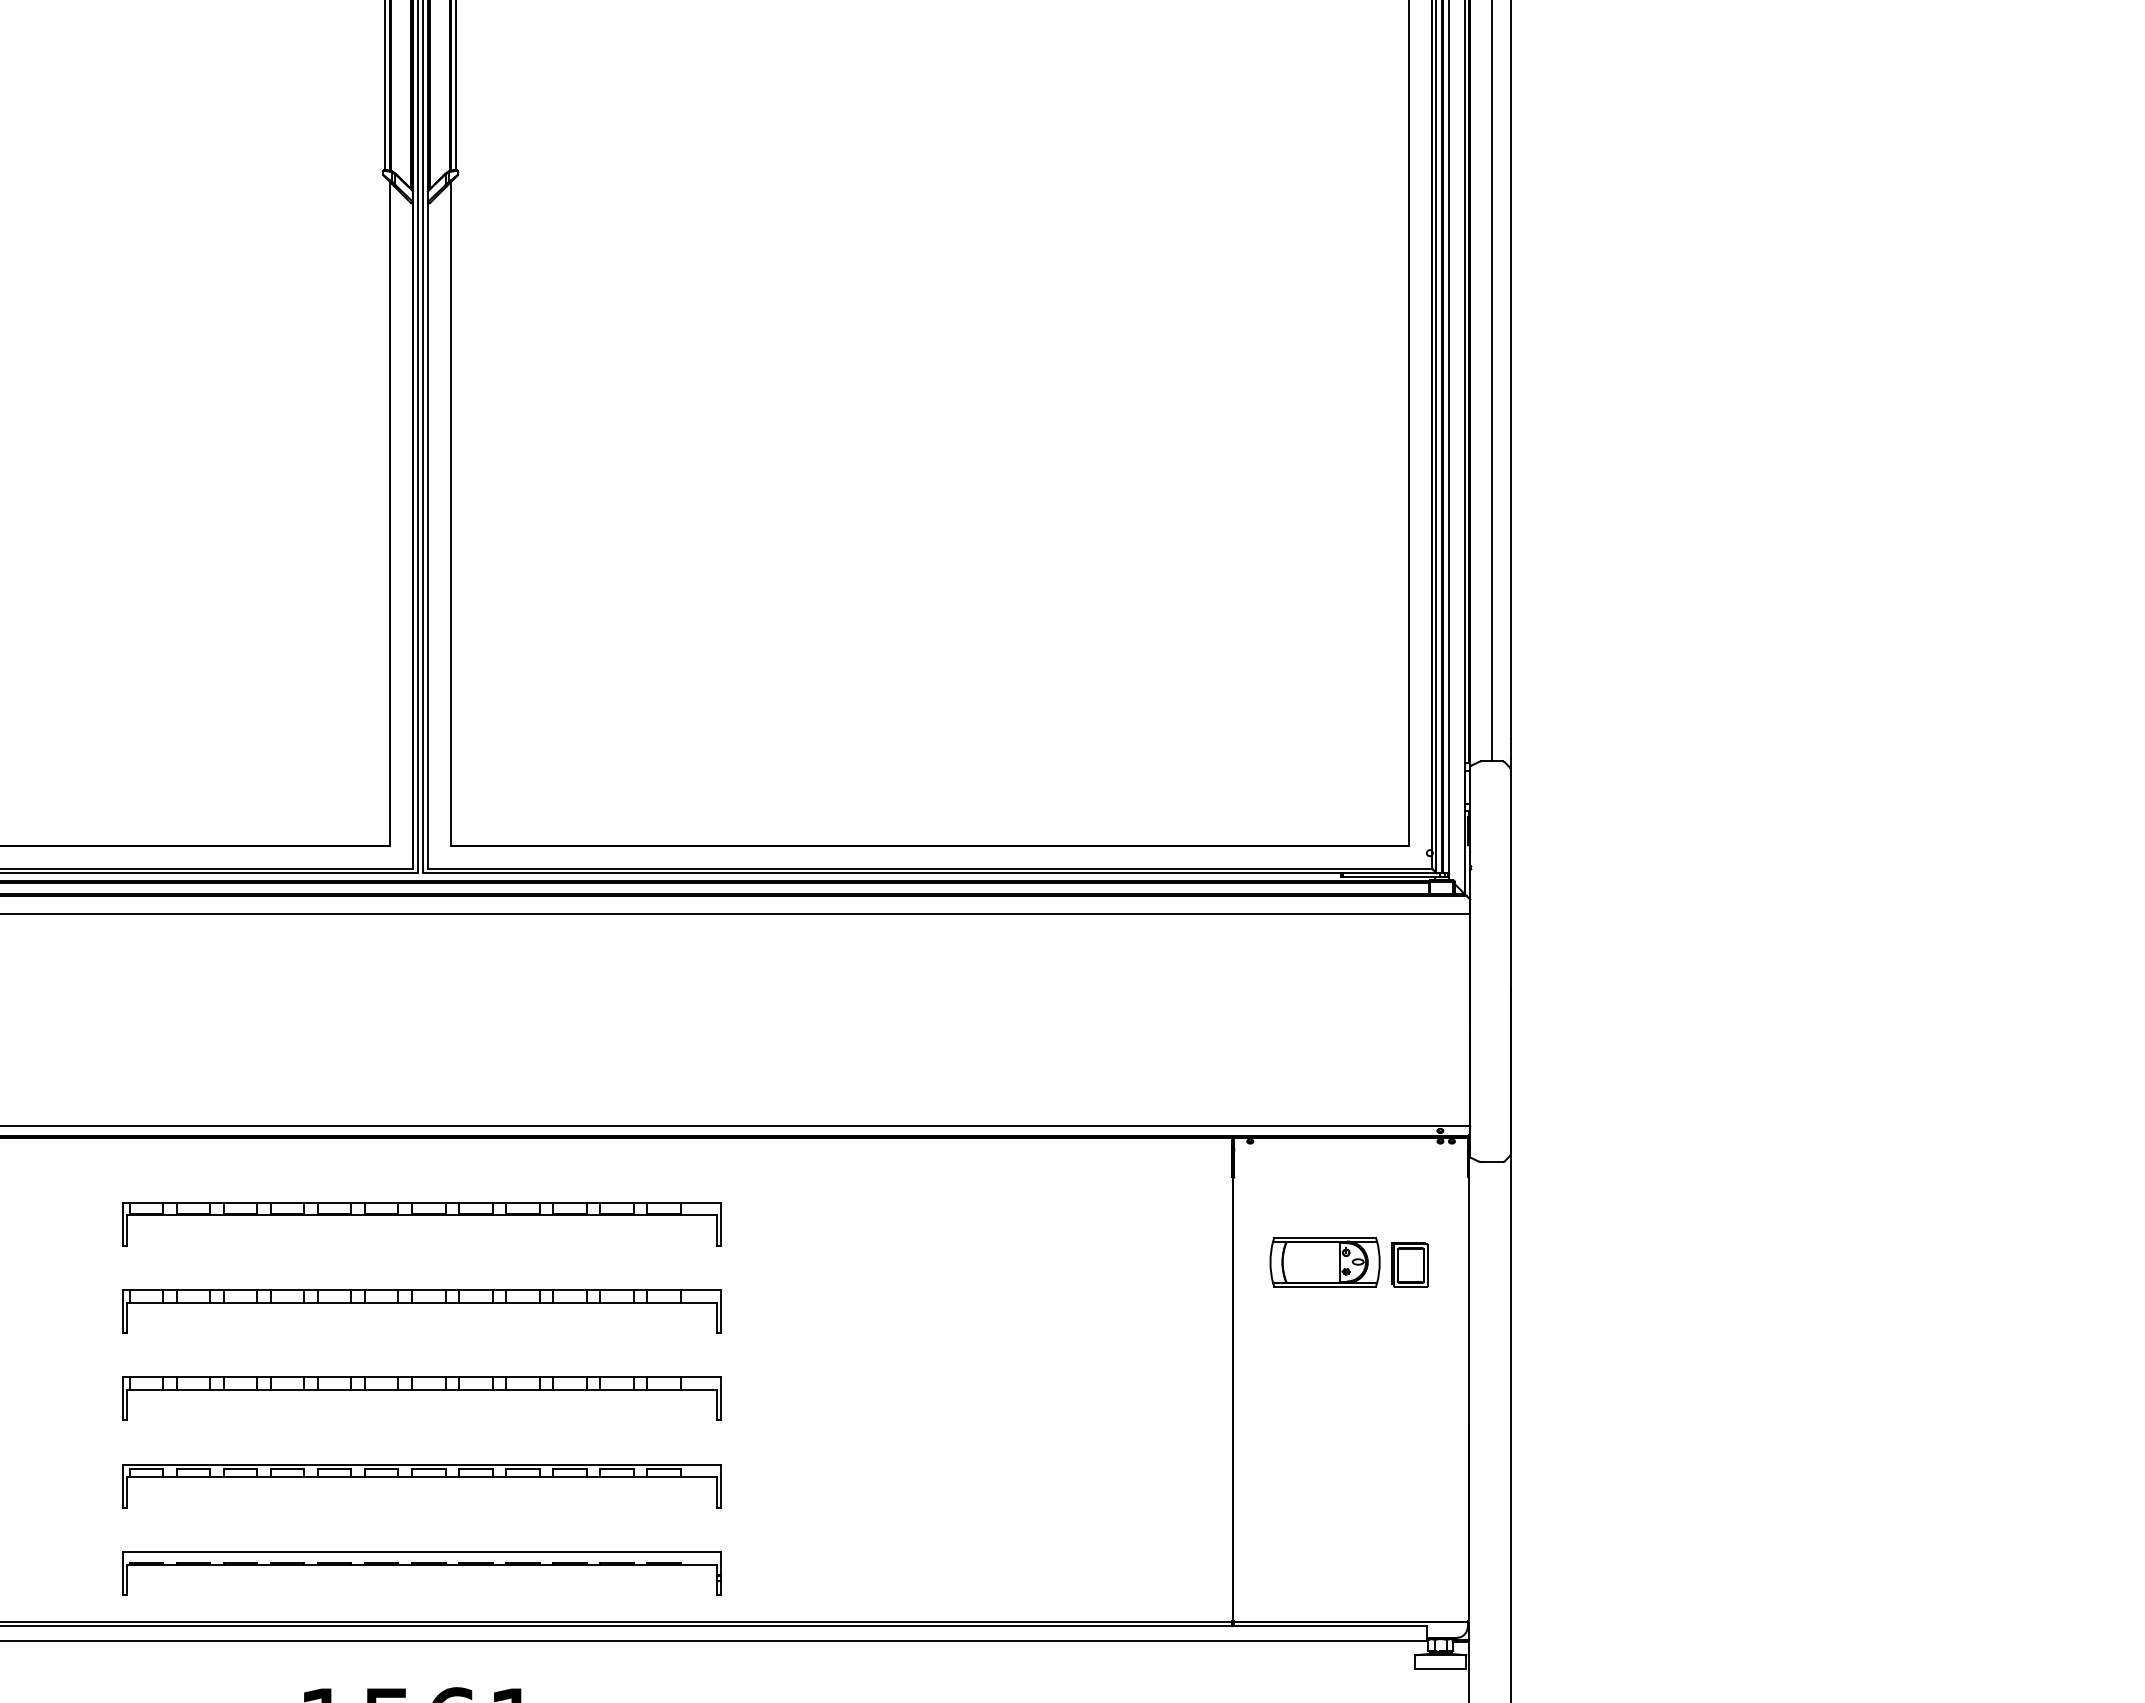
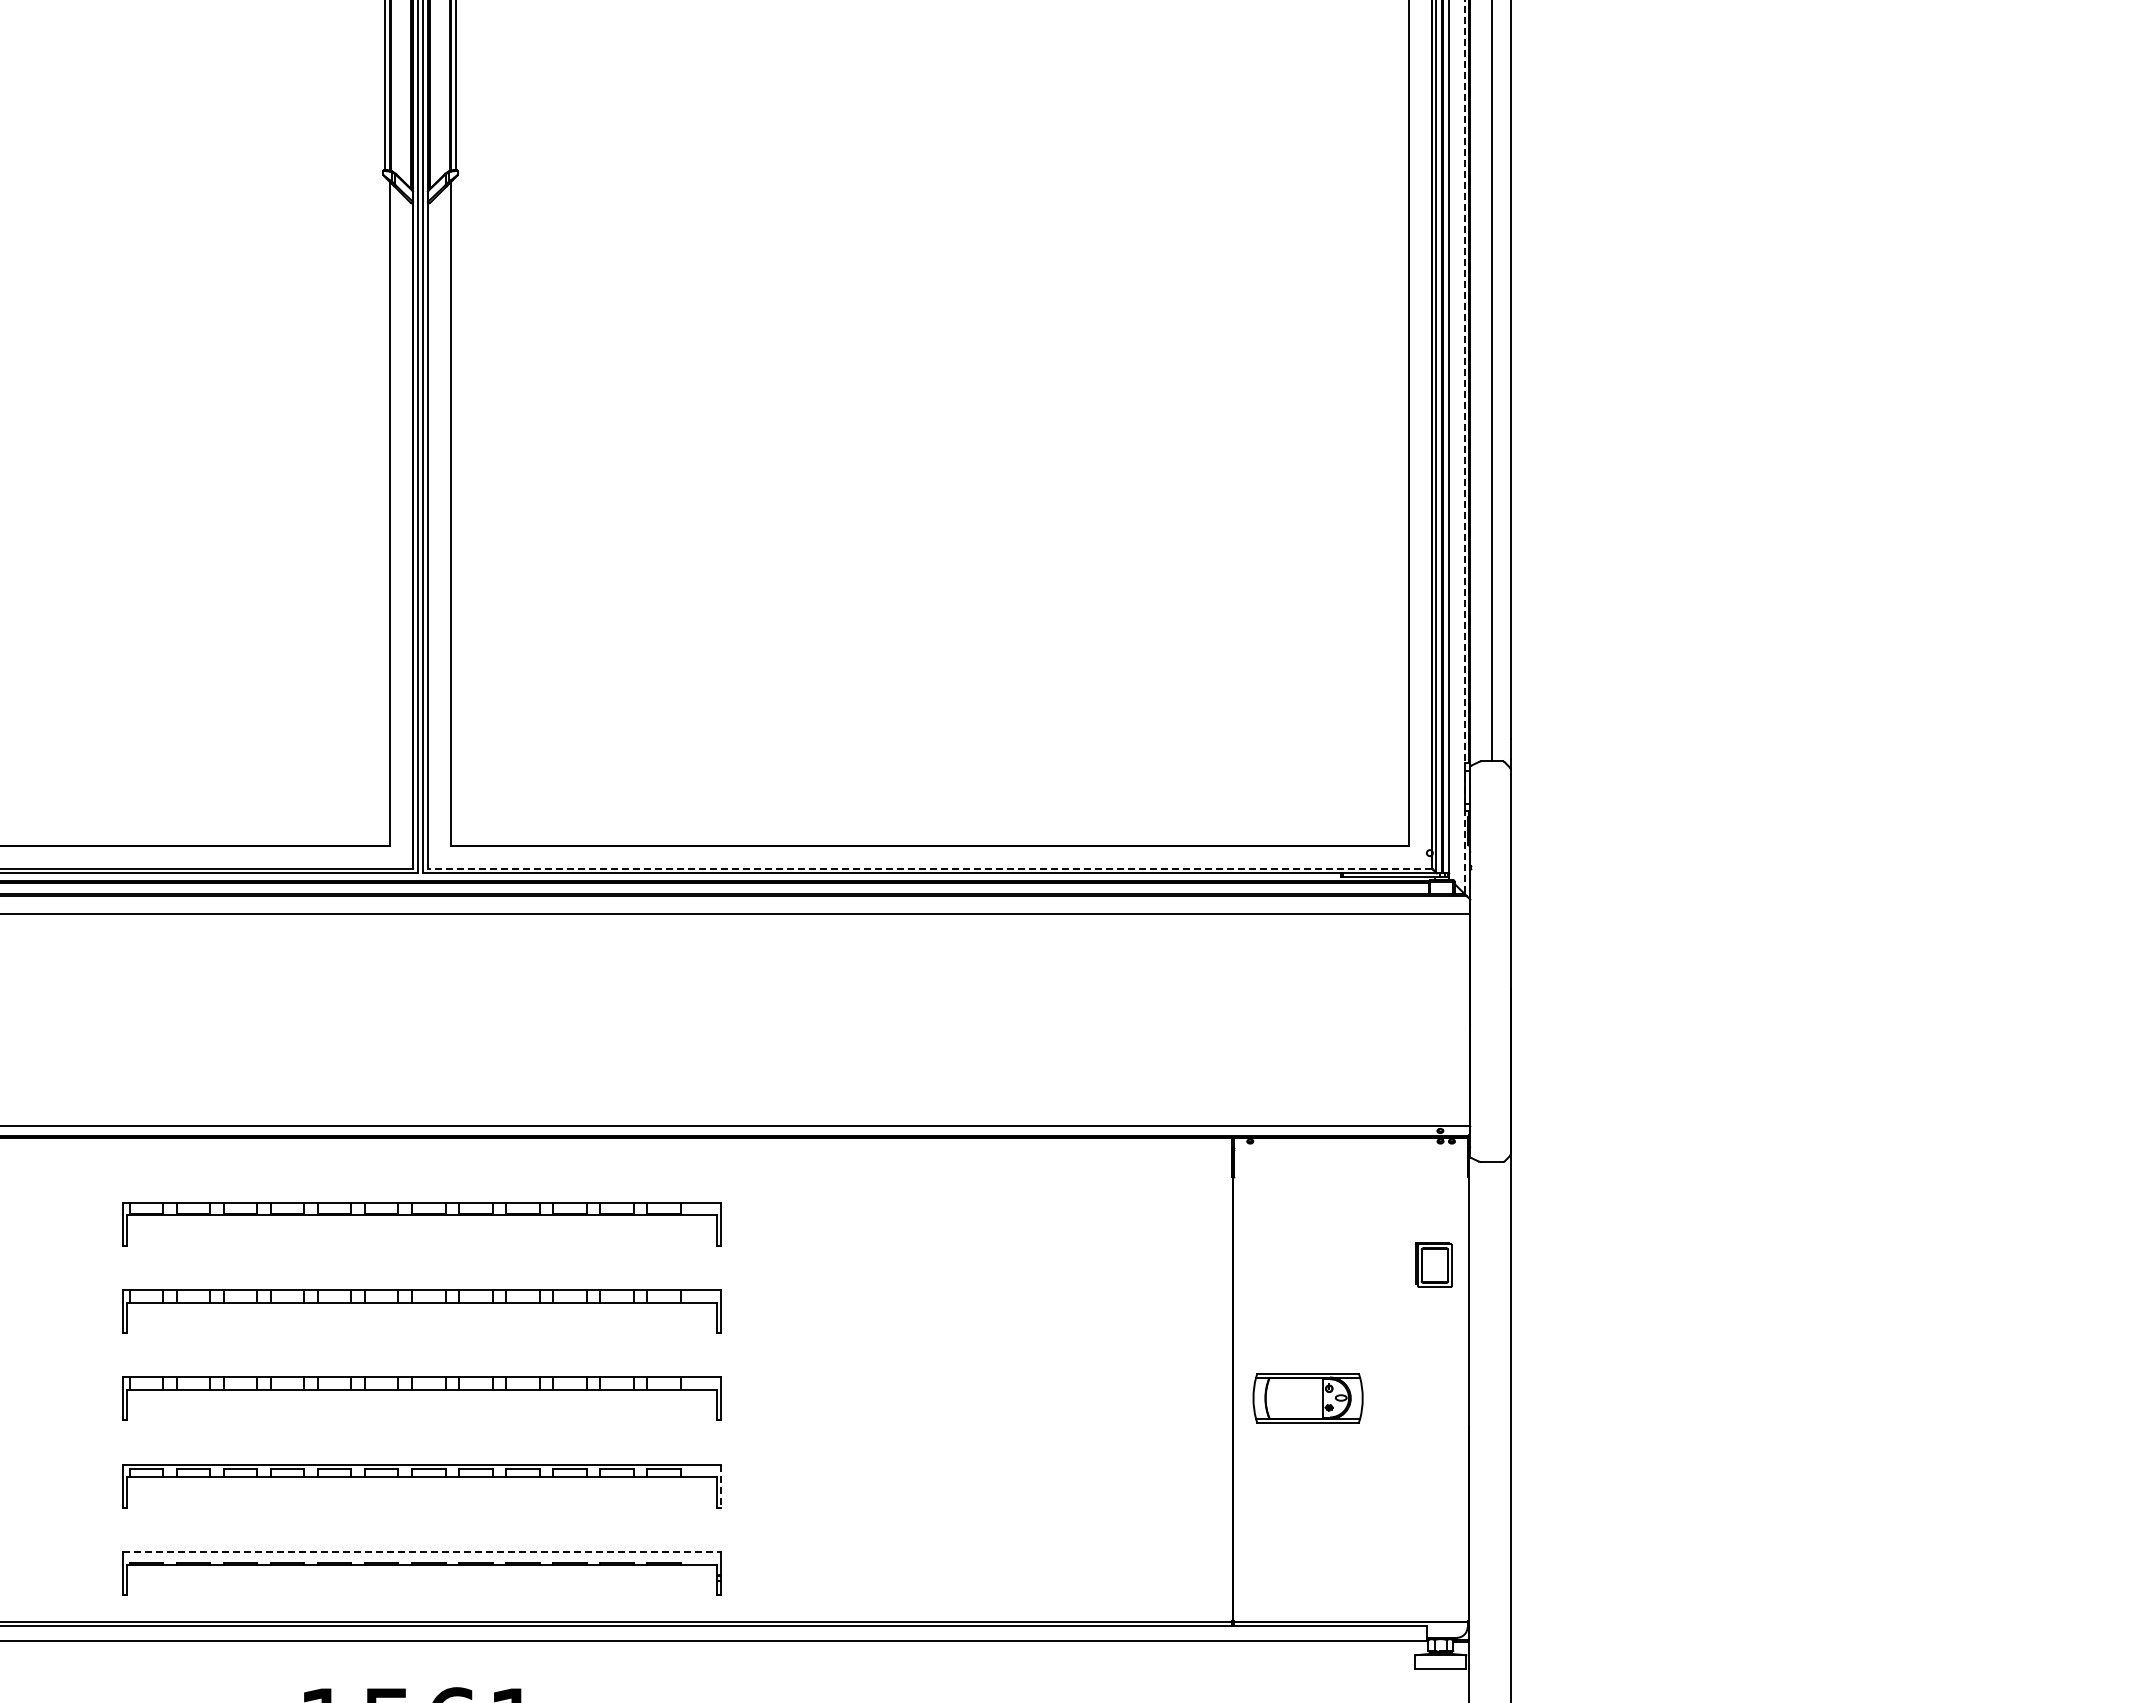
line at (1464, 447): solid -> dashed
line at (929, 868): solid -> dashed
part at (1324, 1262) position: (1324, 1262) -> (1307, 1398)
part at (1409, 1264) position: (1409, 1264) -> (1433, 1264)
line at (721, 1486): solid -> dashed
line at (422, 1552): solid -> dashed
